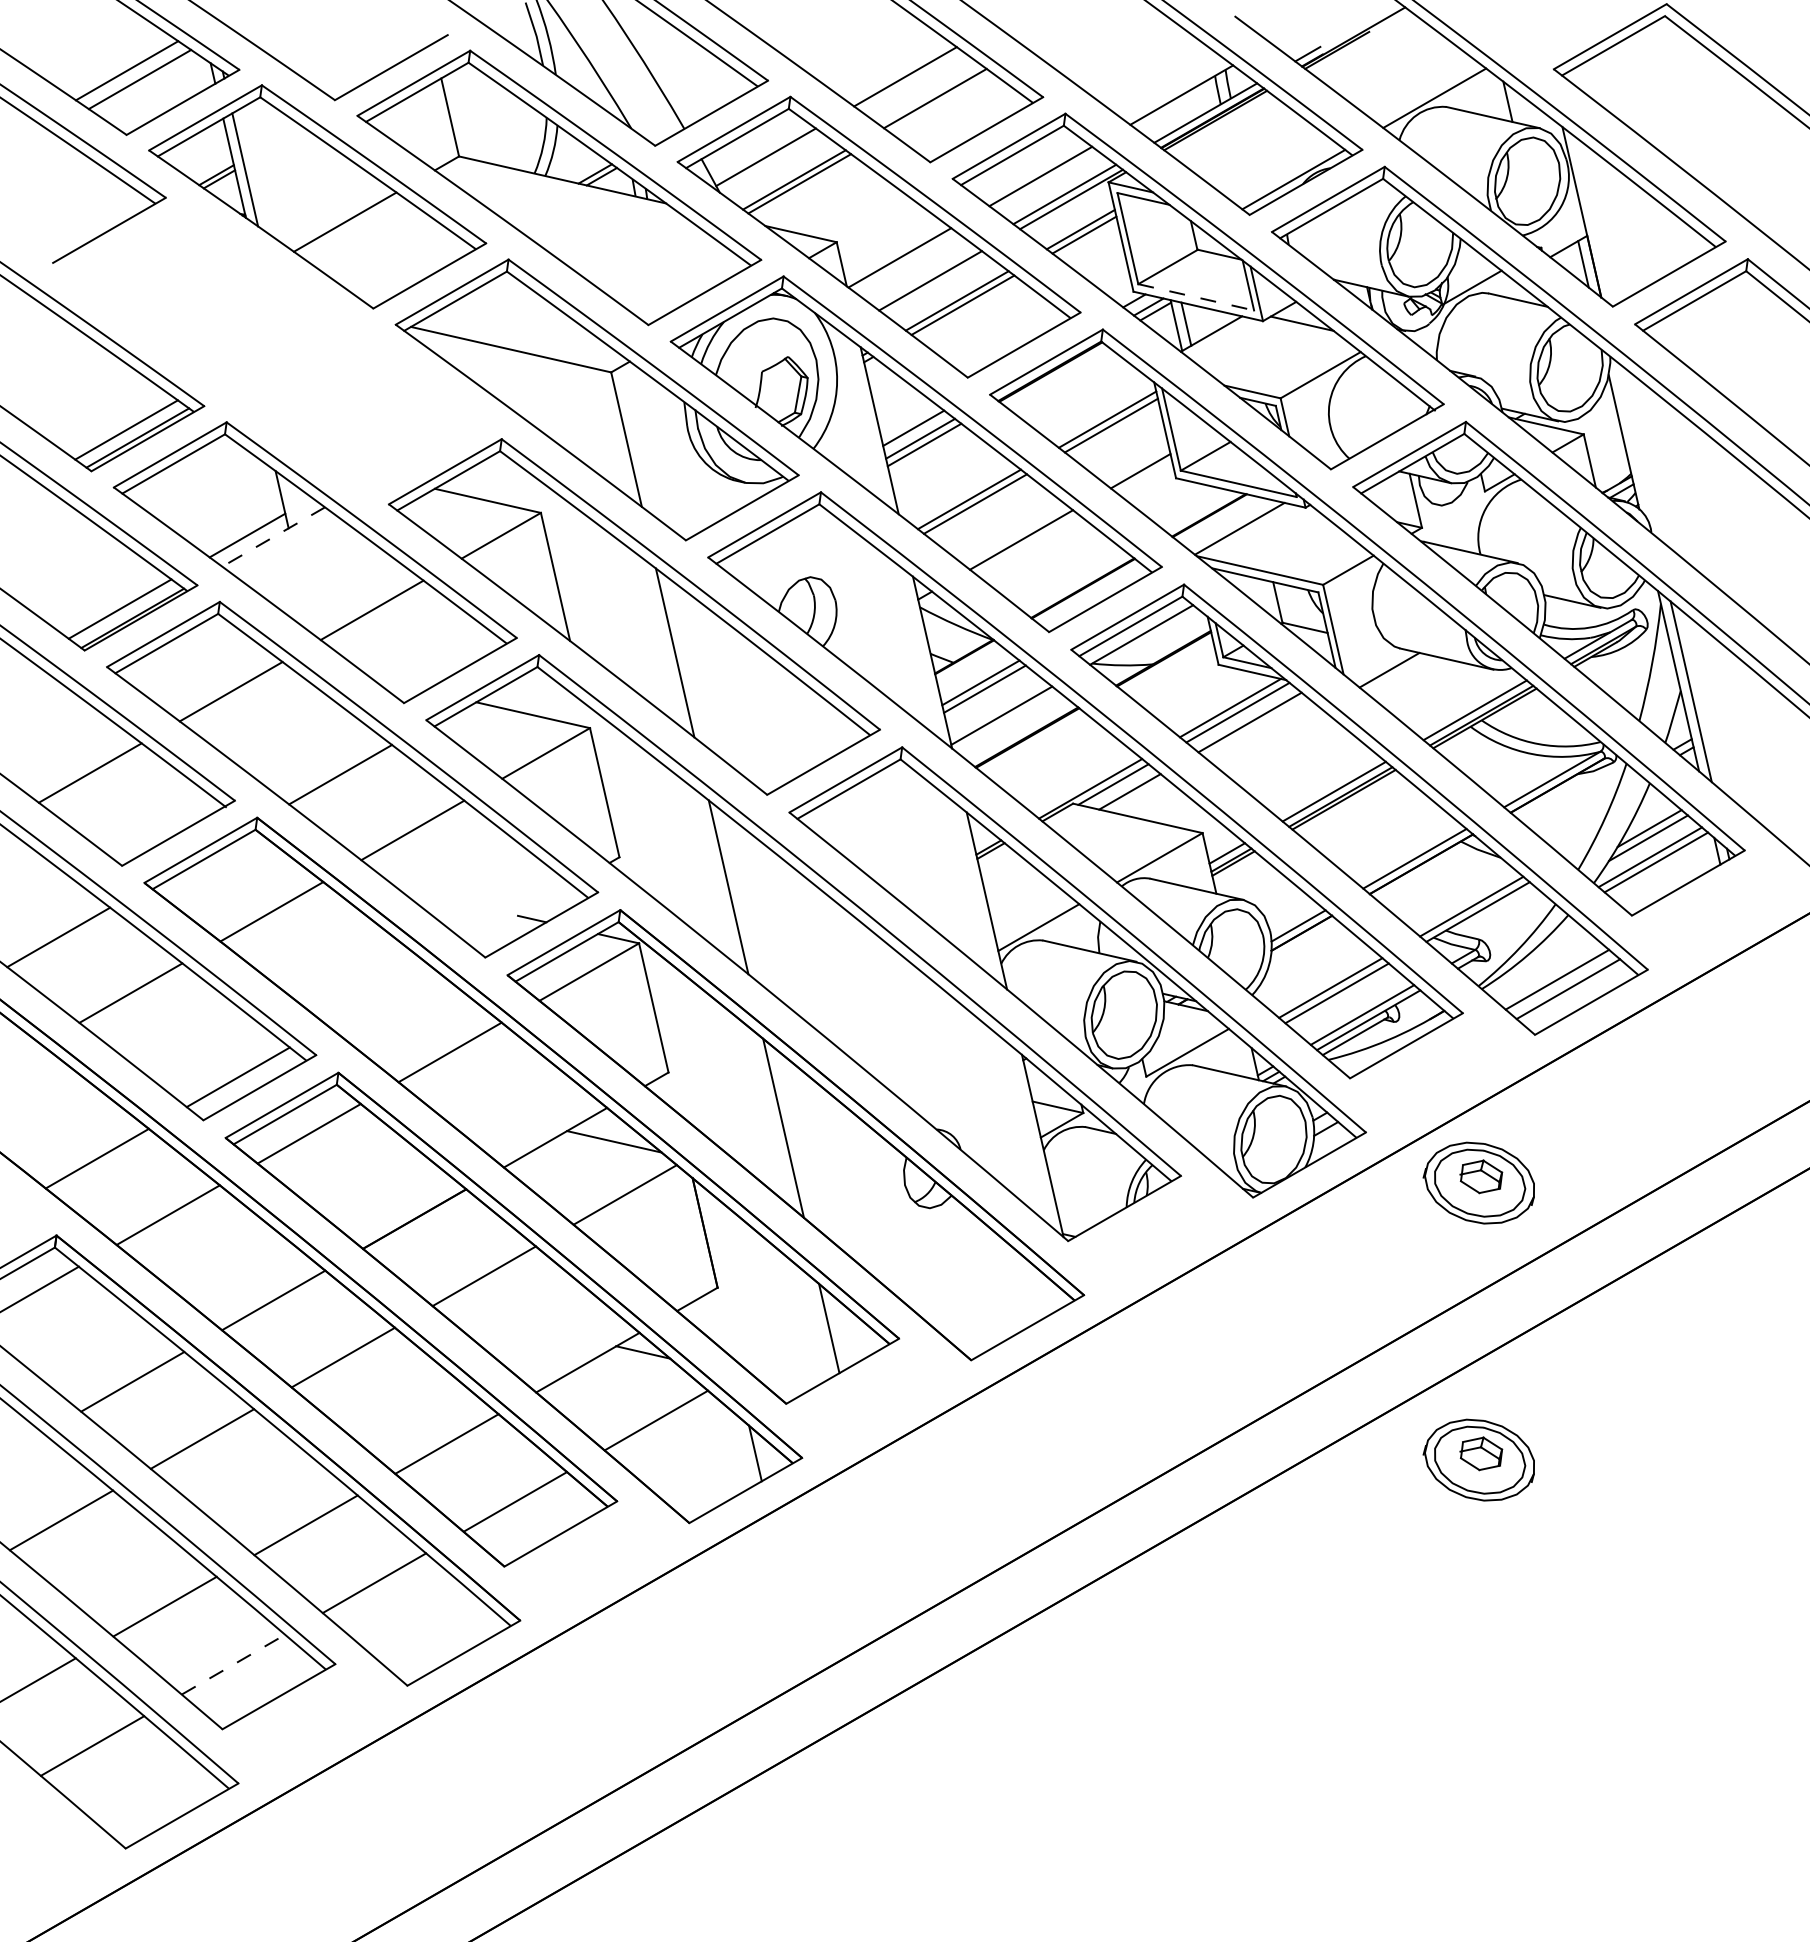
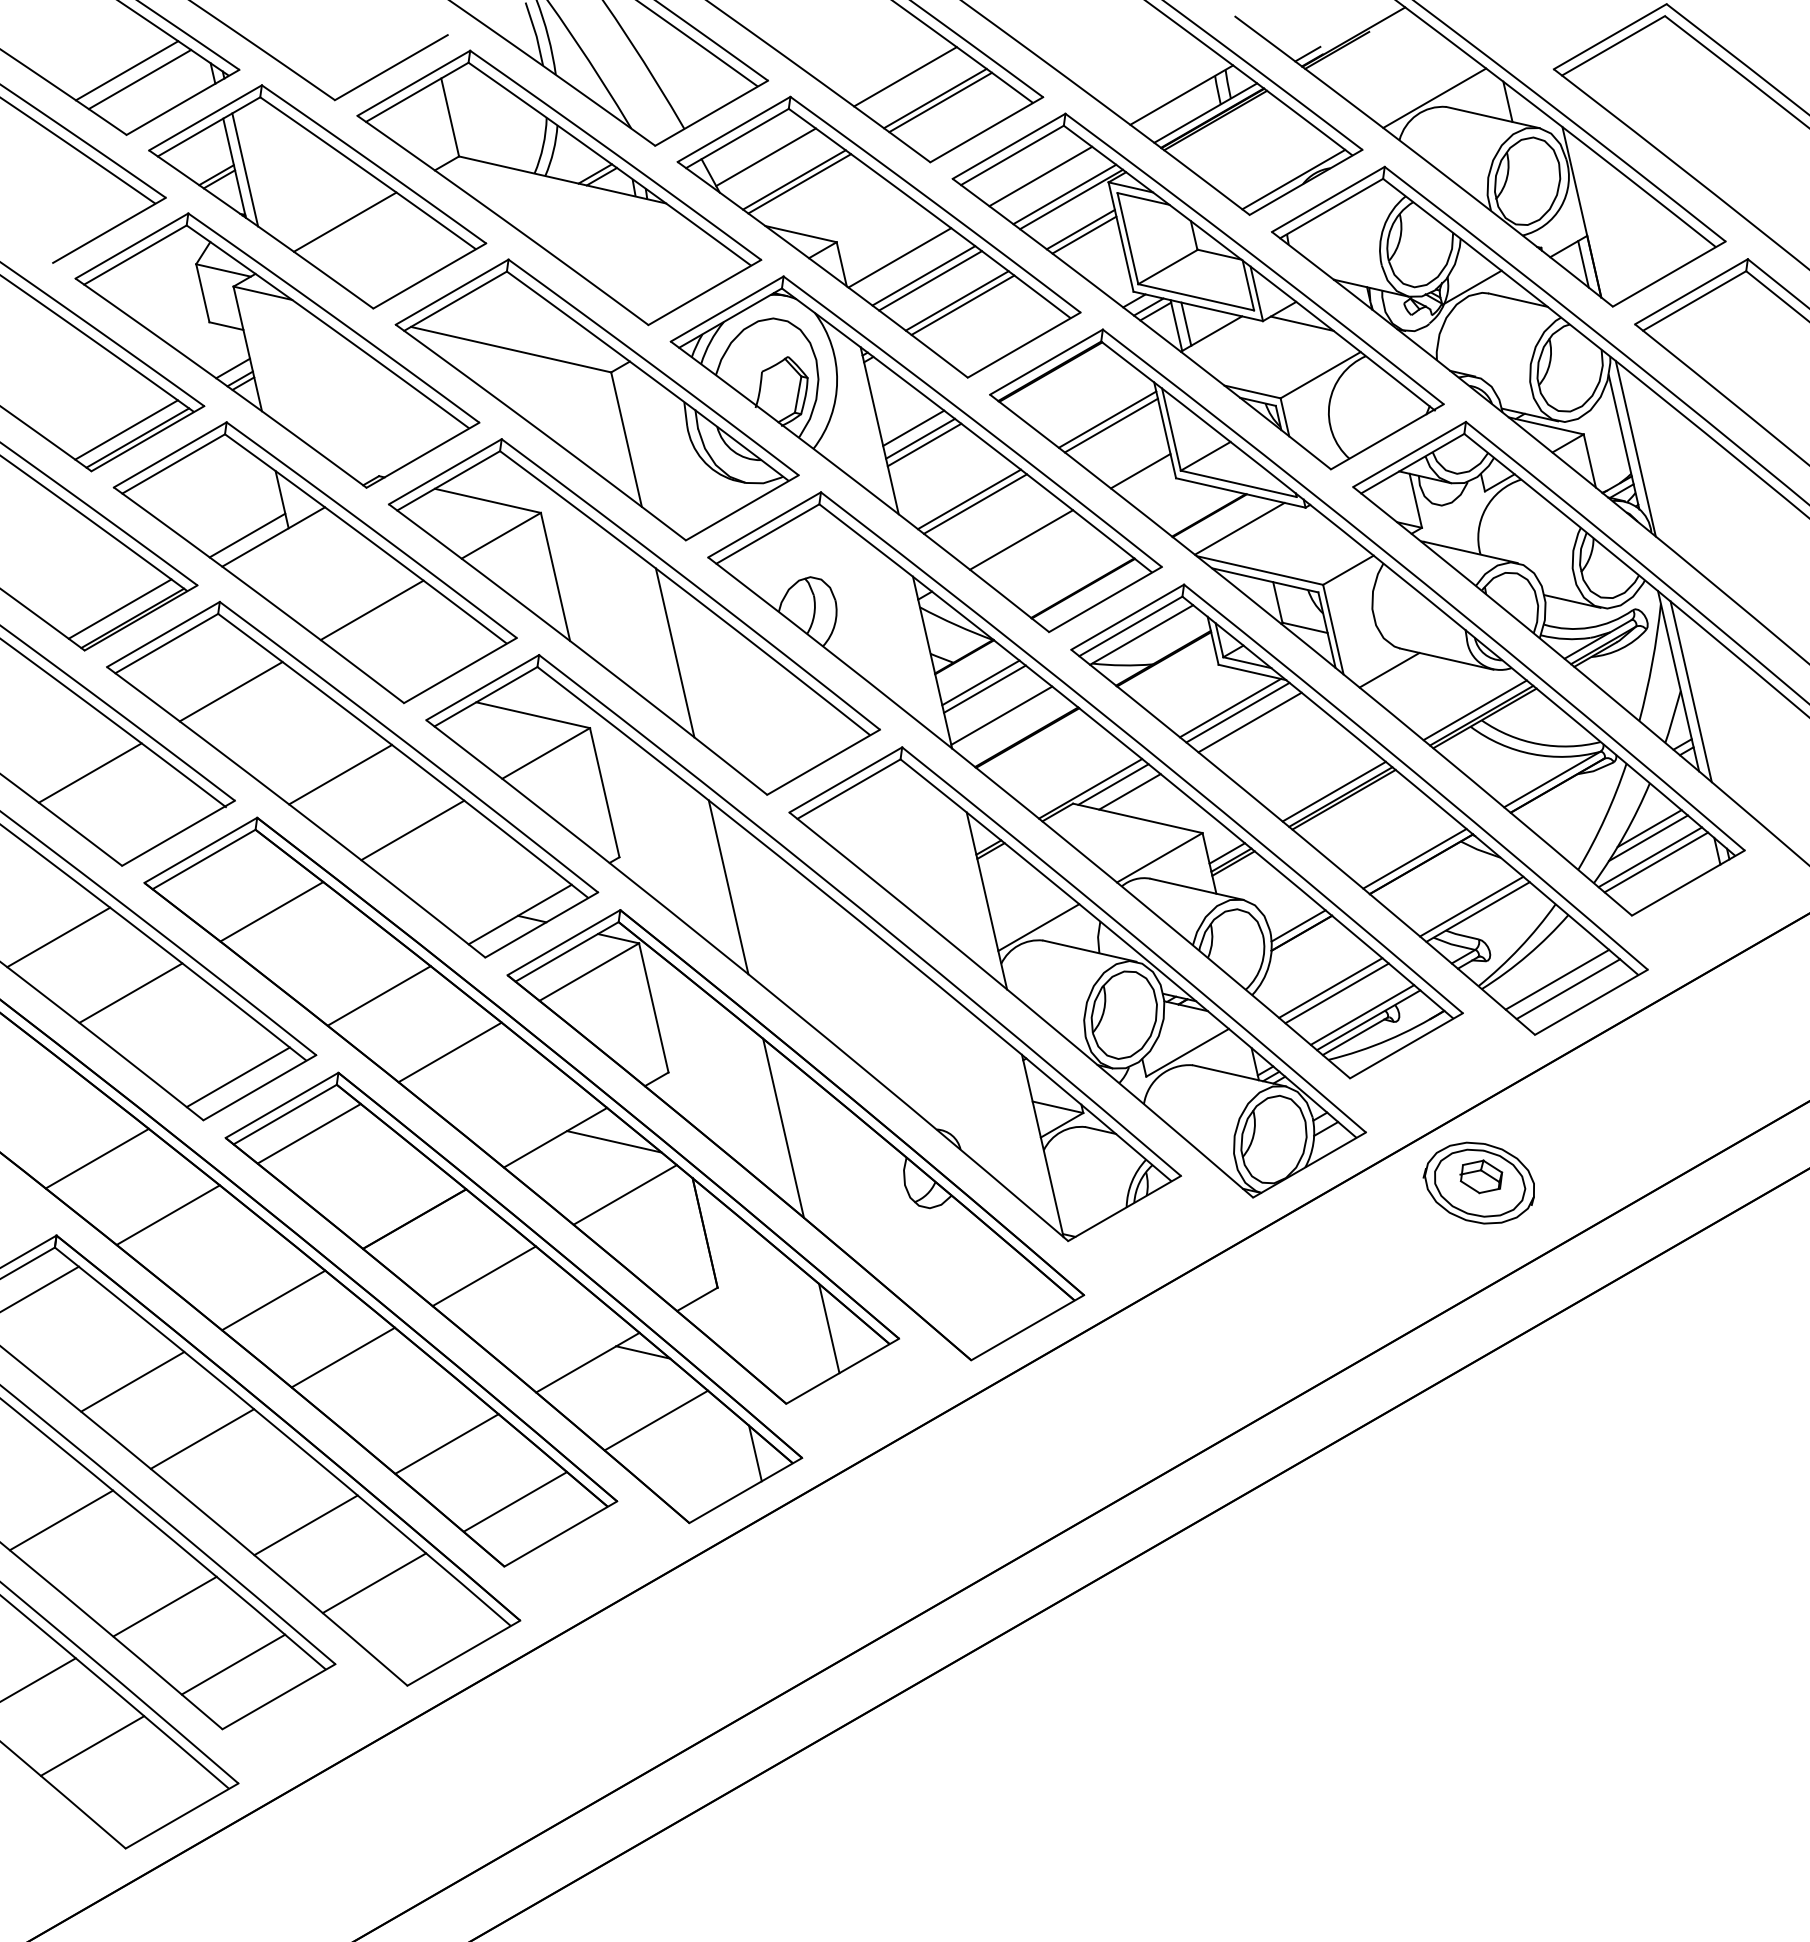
line at (940, 102): none -> present
line at (923, 275): none -> present
line at (1196, 297): dashed -> solid
part at (277, 350): none -> present
line at (1635, 448): none -> present
line at (273, 537): dashed -> solid
line at (519, 914): none -> present
line at (378, 995): none -> present
part at (1478, 1459): present -> none
line at (233, 1664): dashed -> solid
